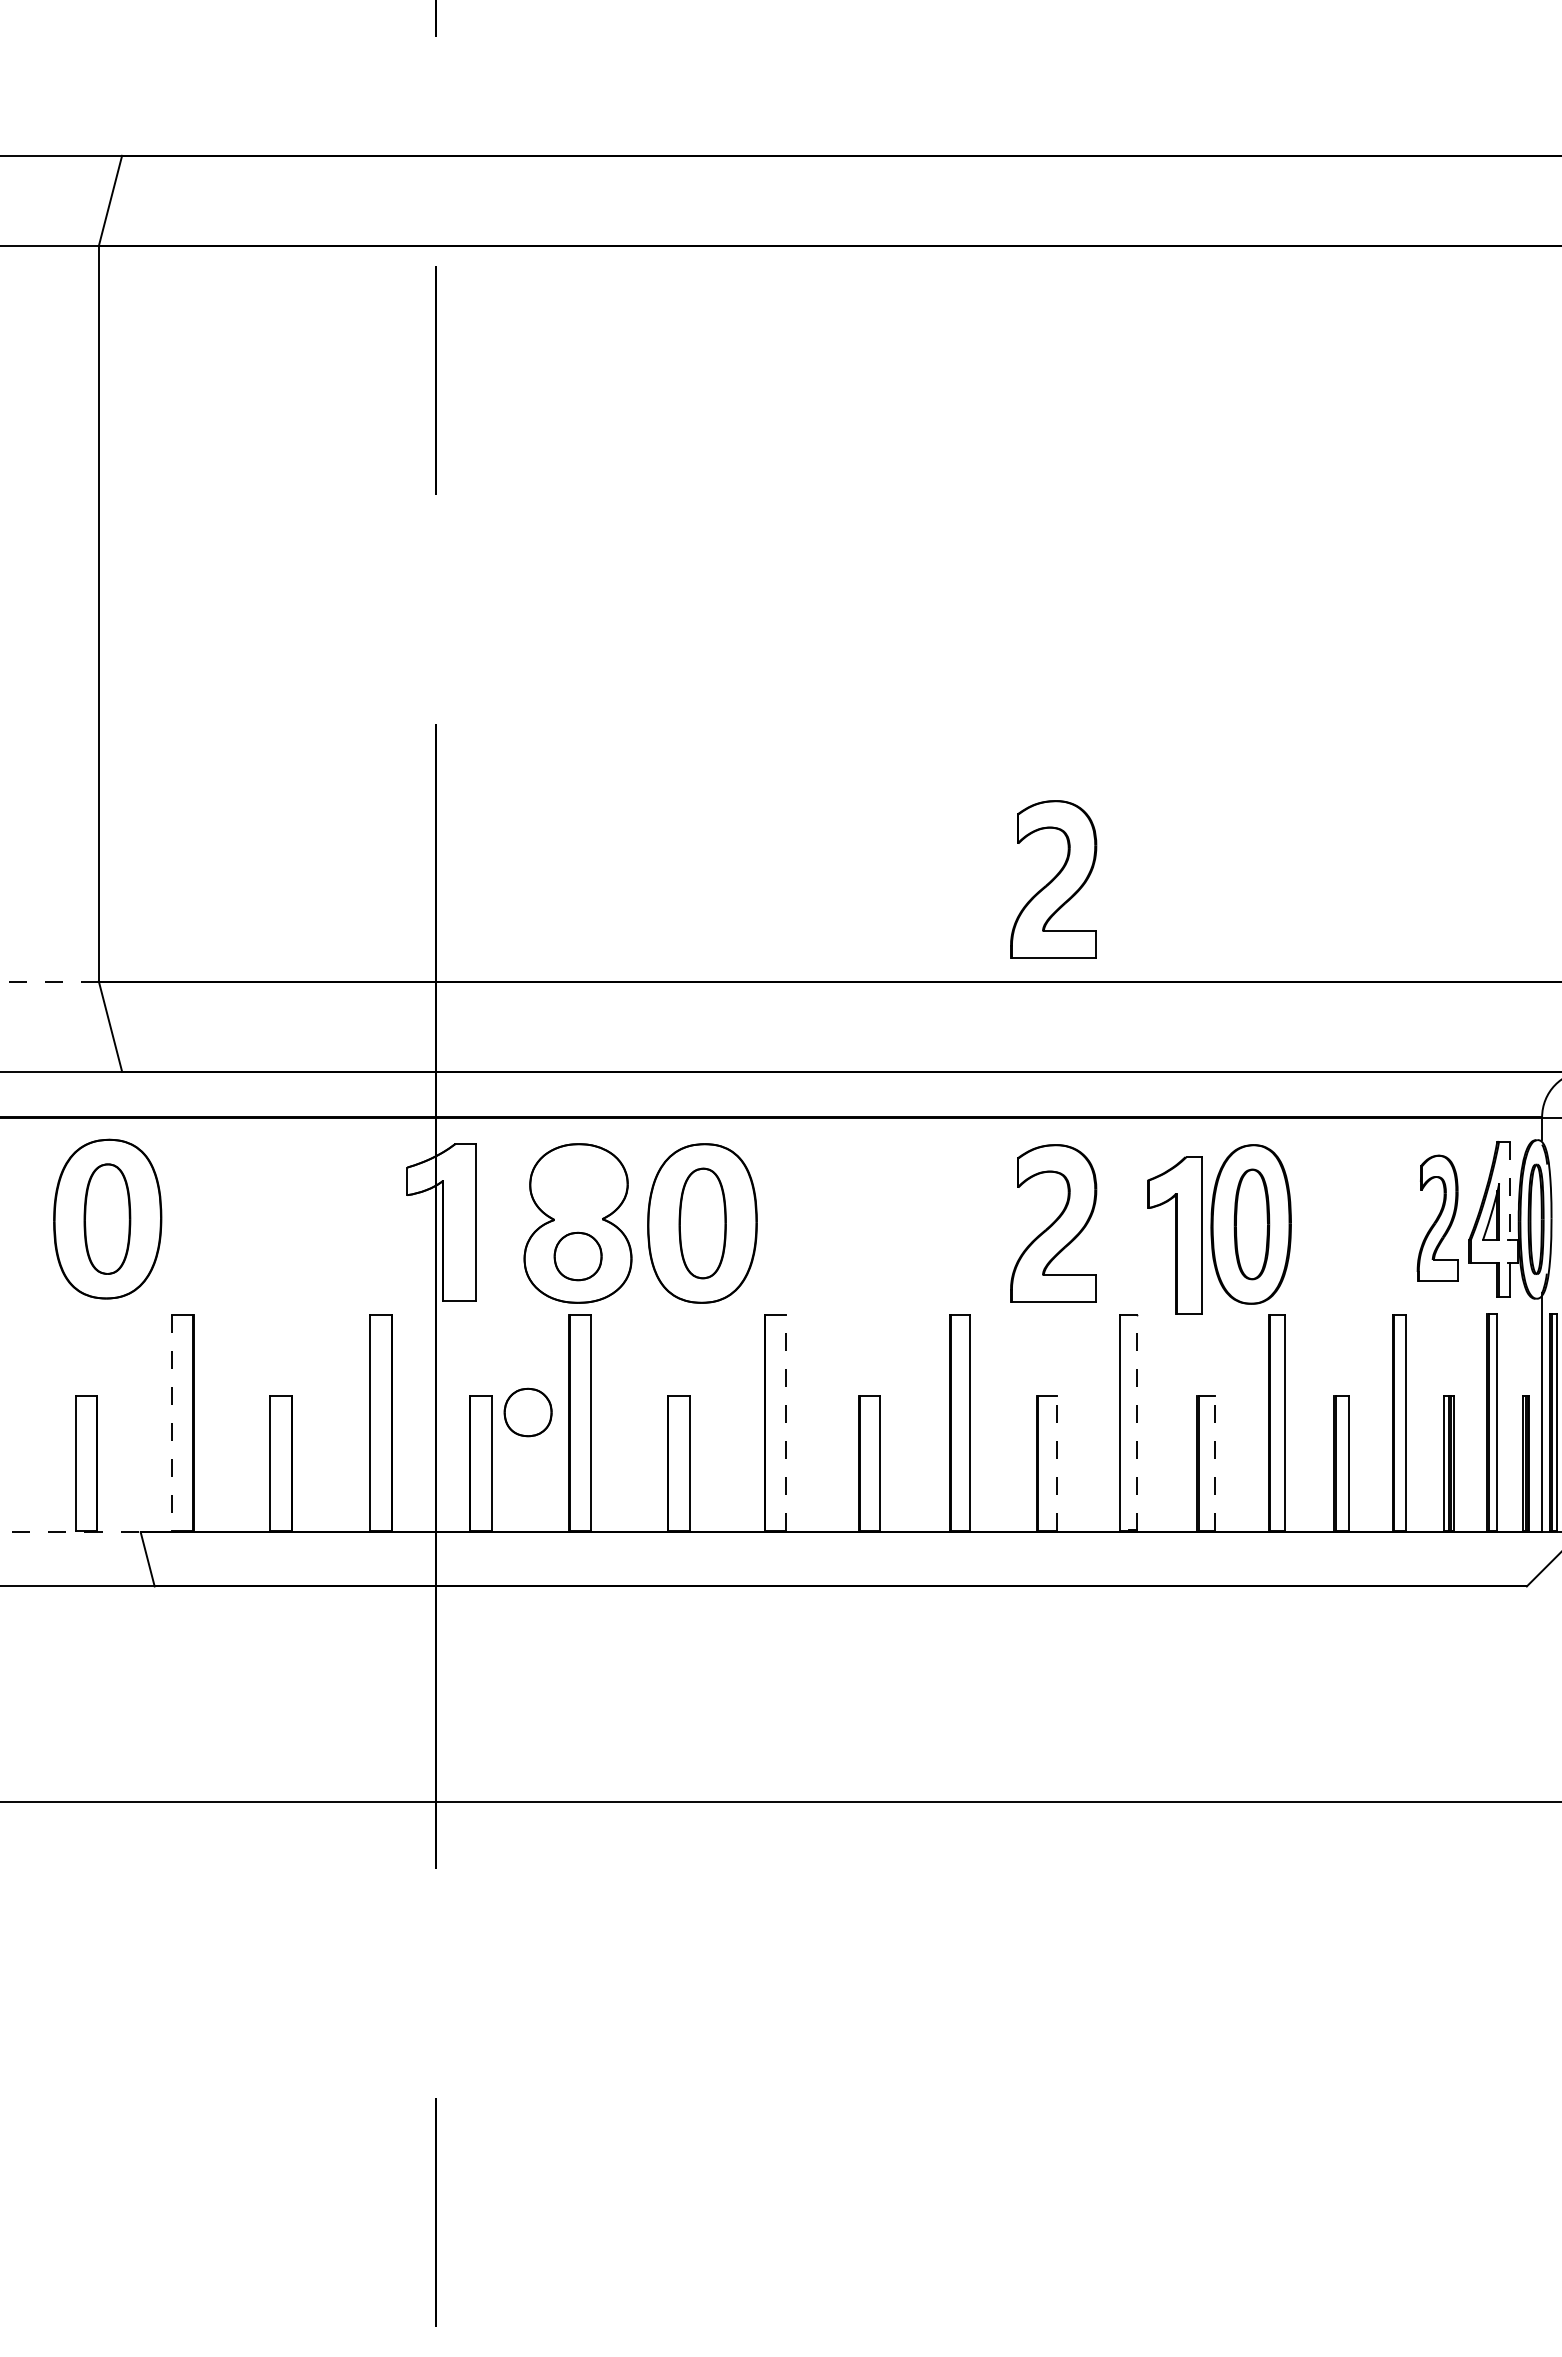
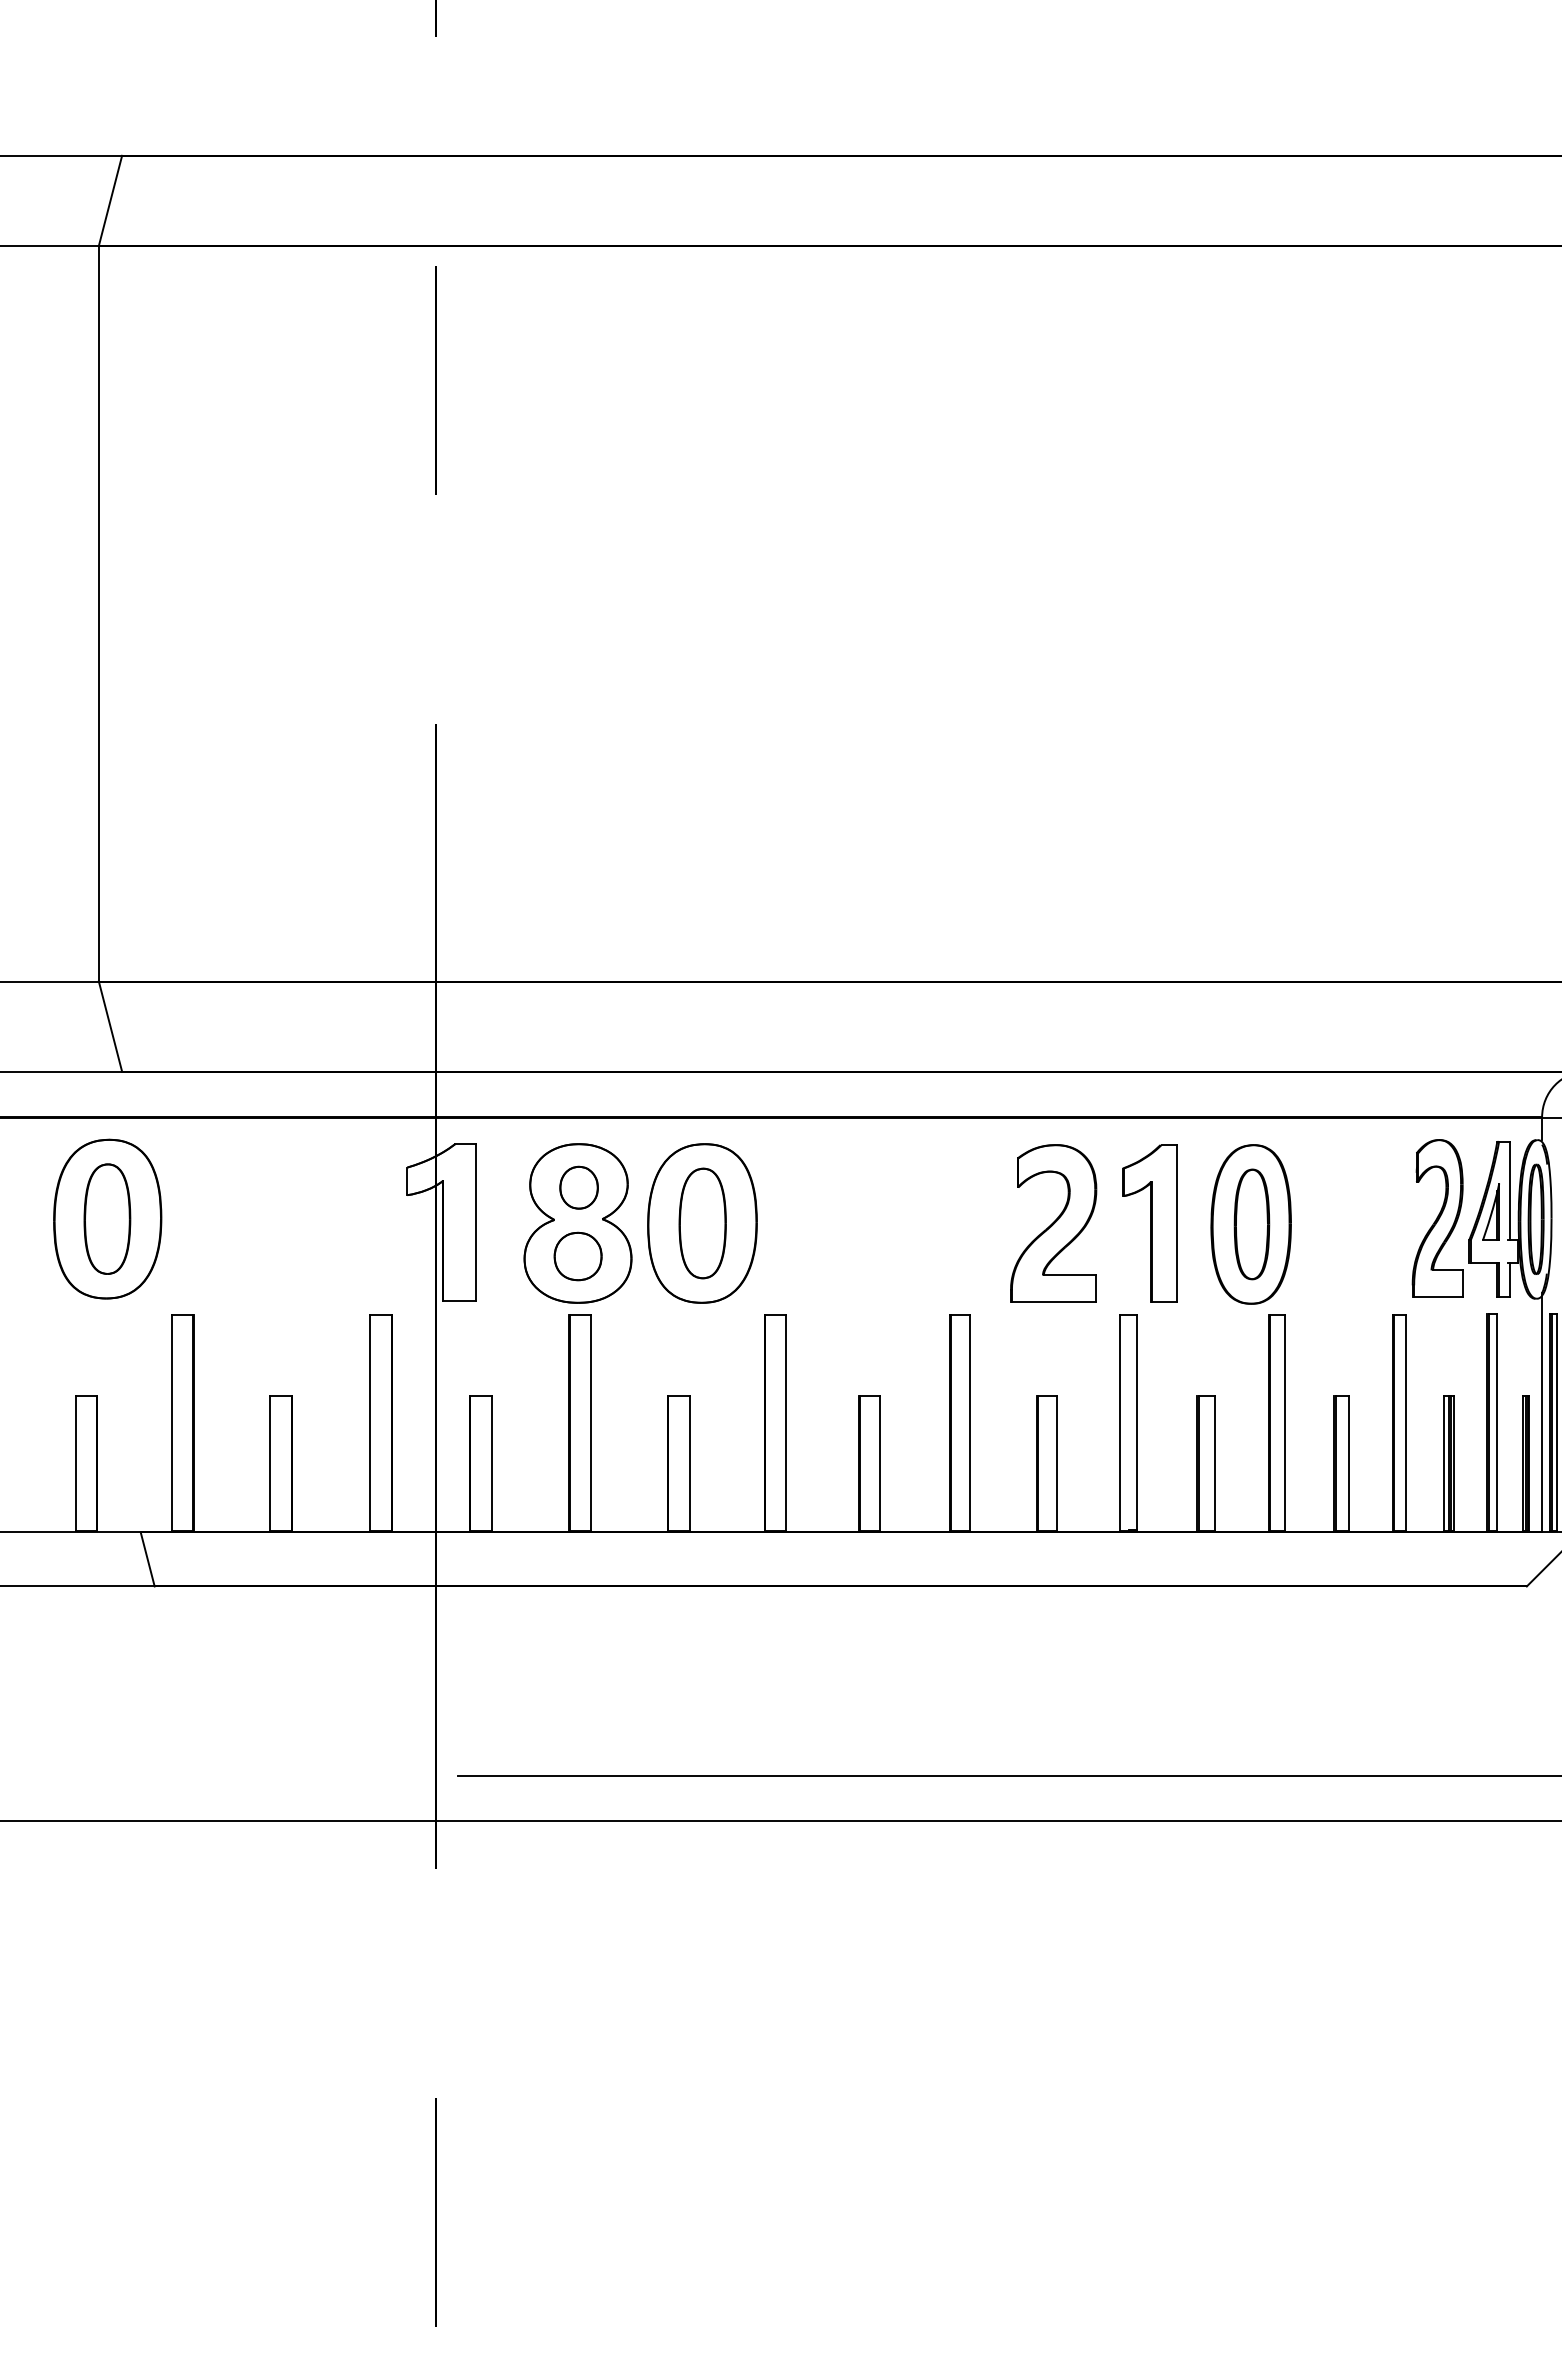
part at (1053, 879): present -> none
line at (49, 981): dashed -> solid
part at (578, 1187): none -> present
line at (1510, 1191): dashed -> solid
part at (1437, 1217) size: 43x128 px -> 53x159 px
part at (1174, 1235) position: (1174, 1235) -> (1149, 1223)
part at (527, 1412): present -> none
line at (786, 1422): dashed -> solid
line at (1137, 1422): dashed -> solid
line at (172, 1423): dashed -> solid
line at (1056, 1463): dashed -> solid
line at (1214, 1463): dashed -> solid
line at (70, 1532): dashed -> solid
line at (1007, 1775): none -> present
line at (780, 1801) position: (780, 1801) -> (780, 1820)
